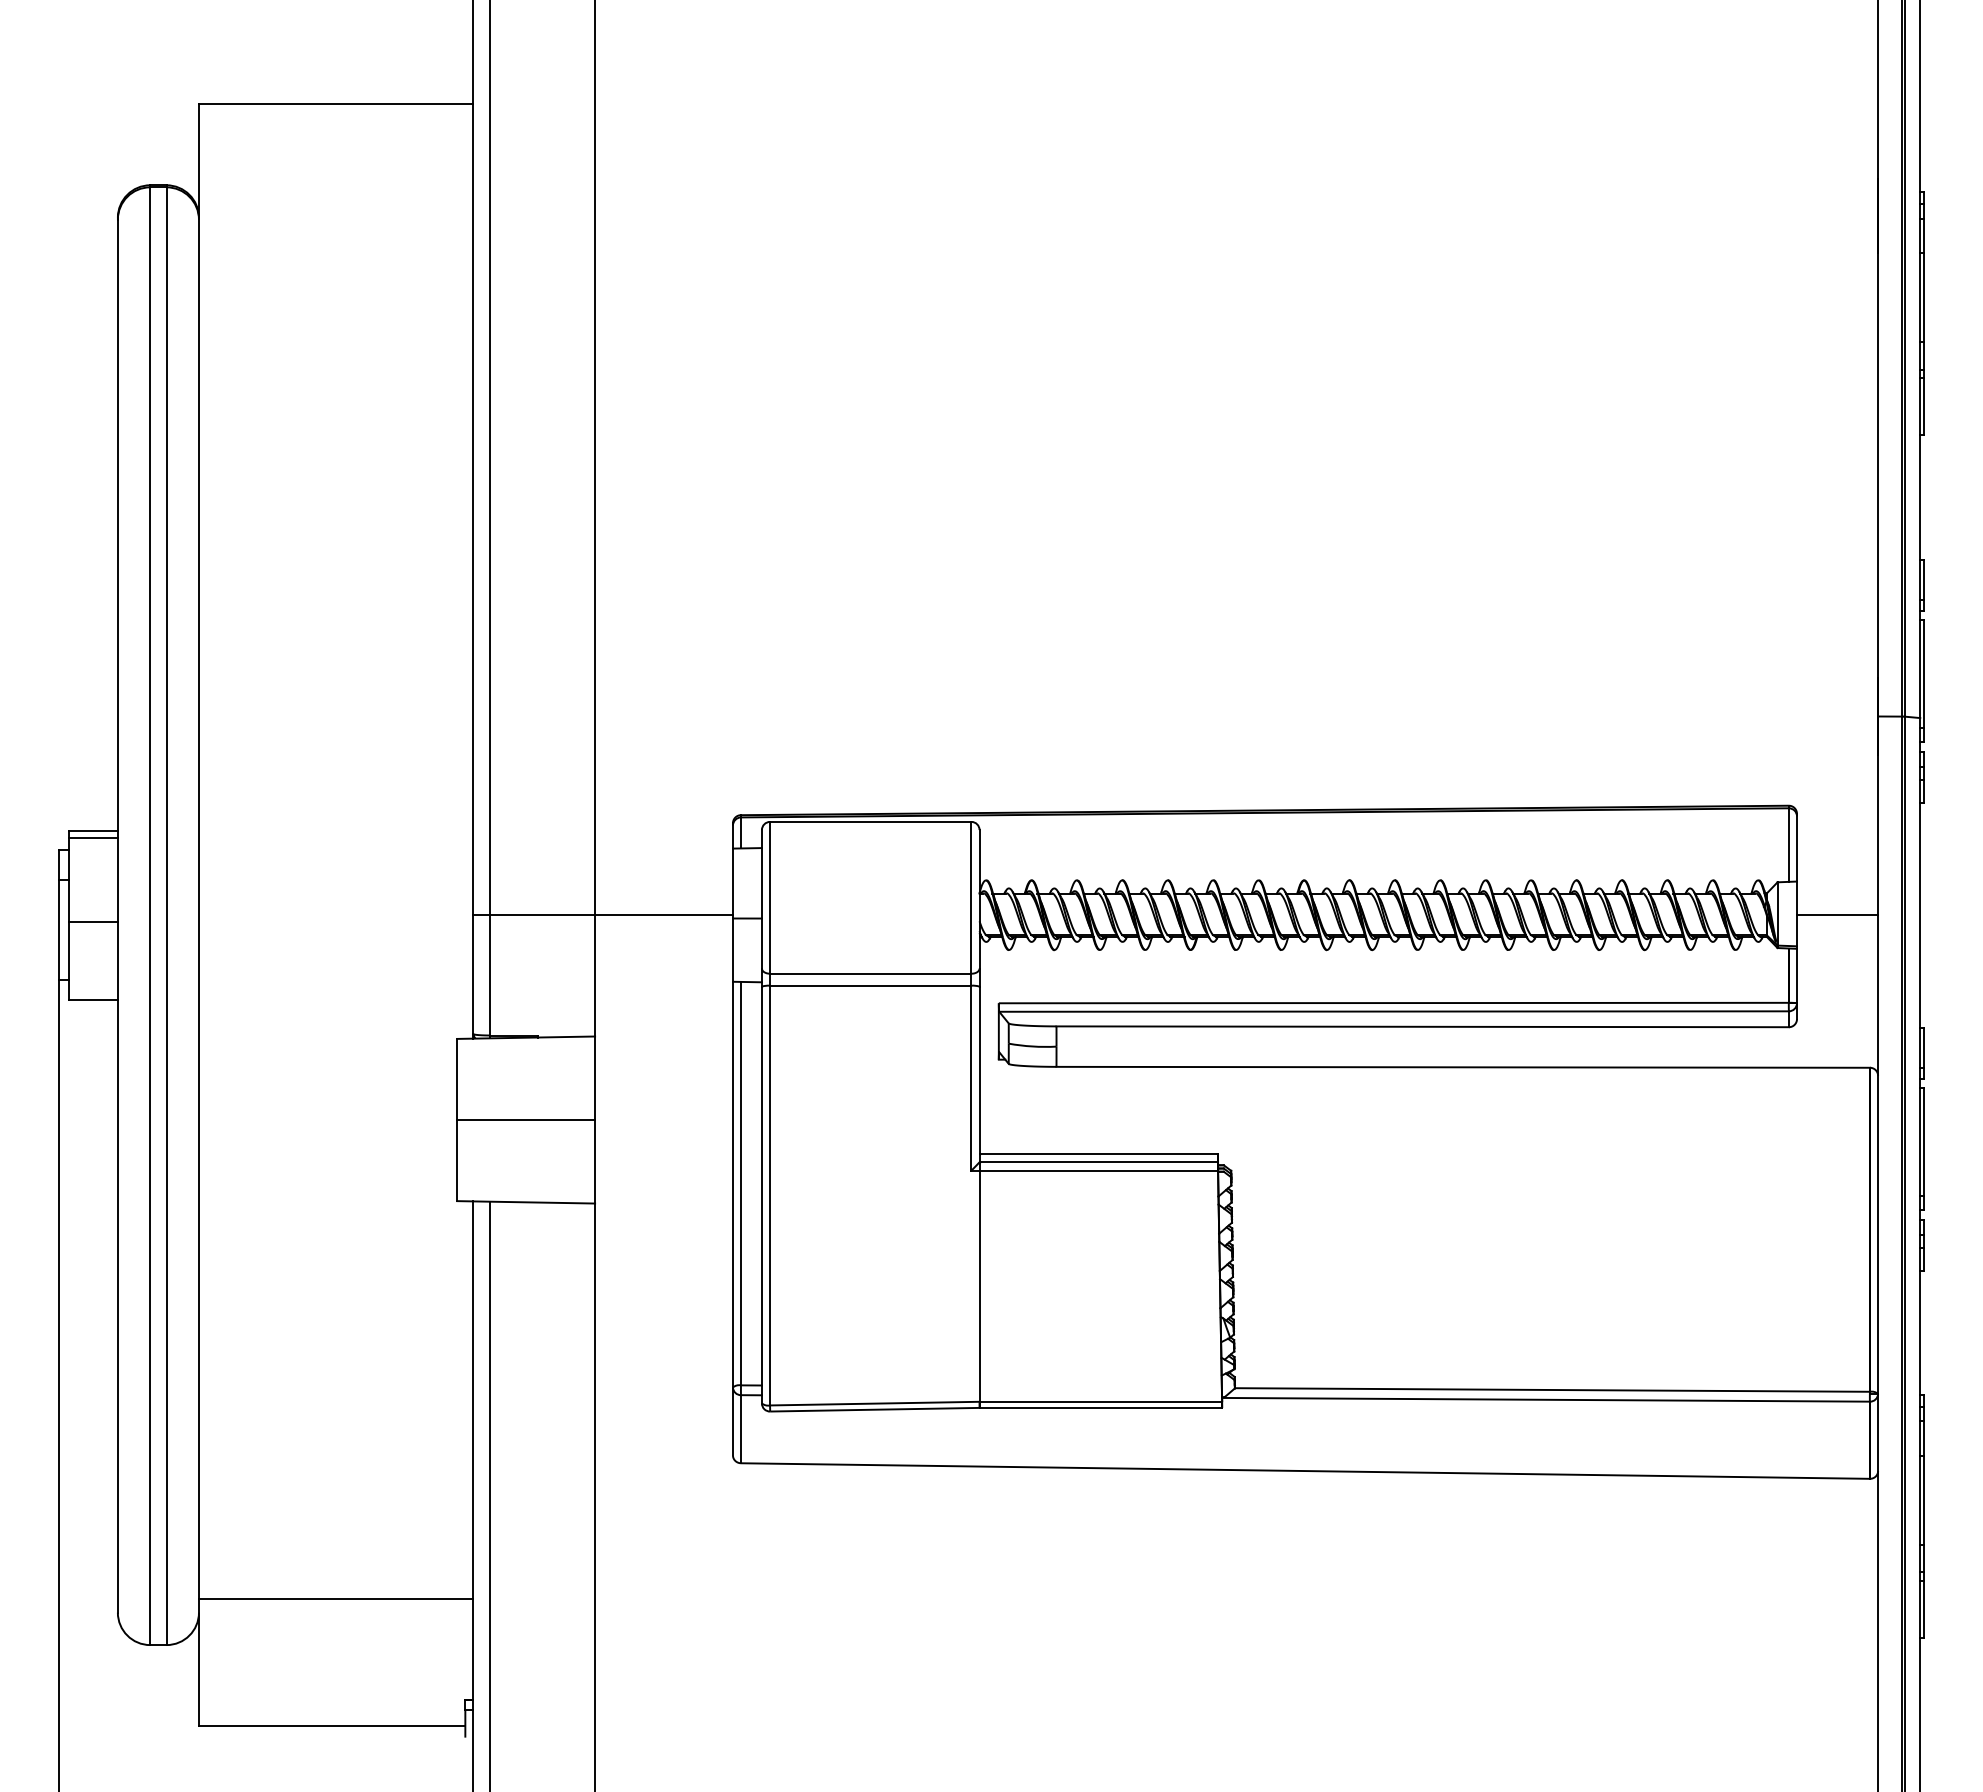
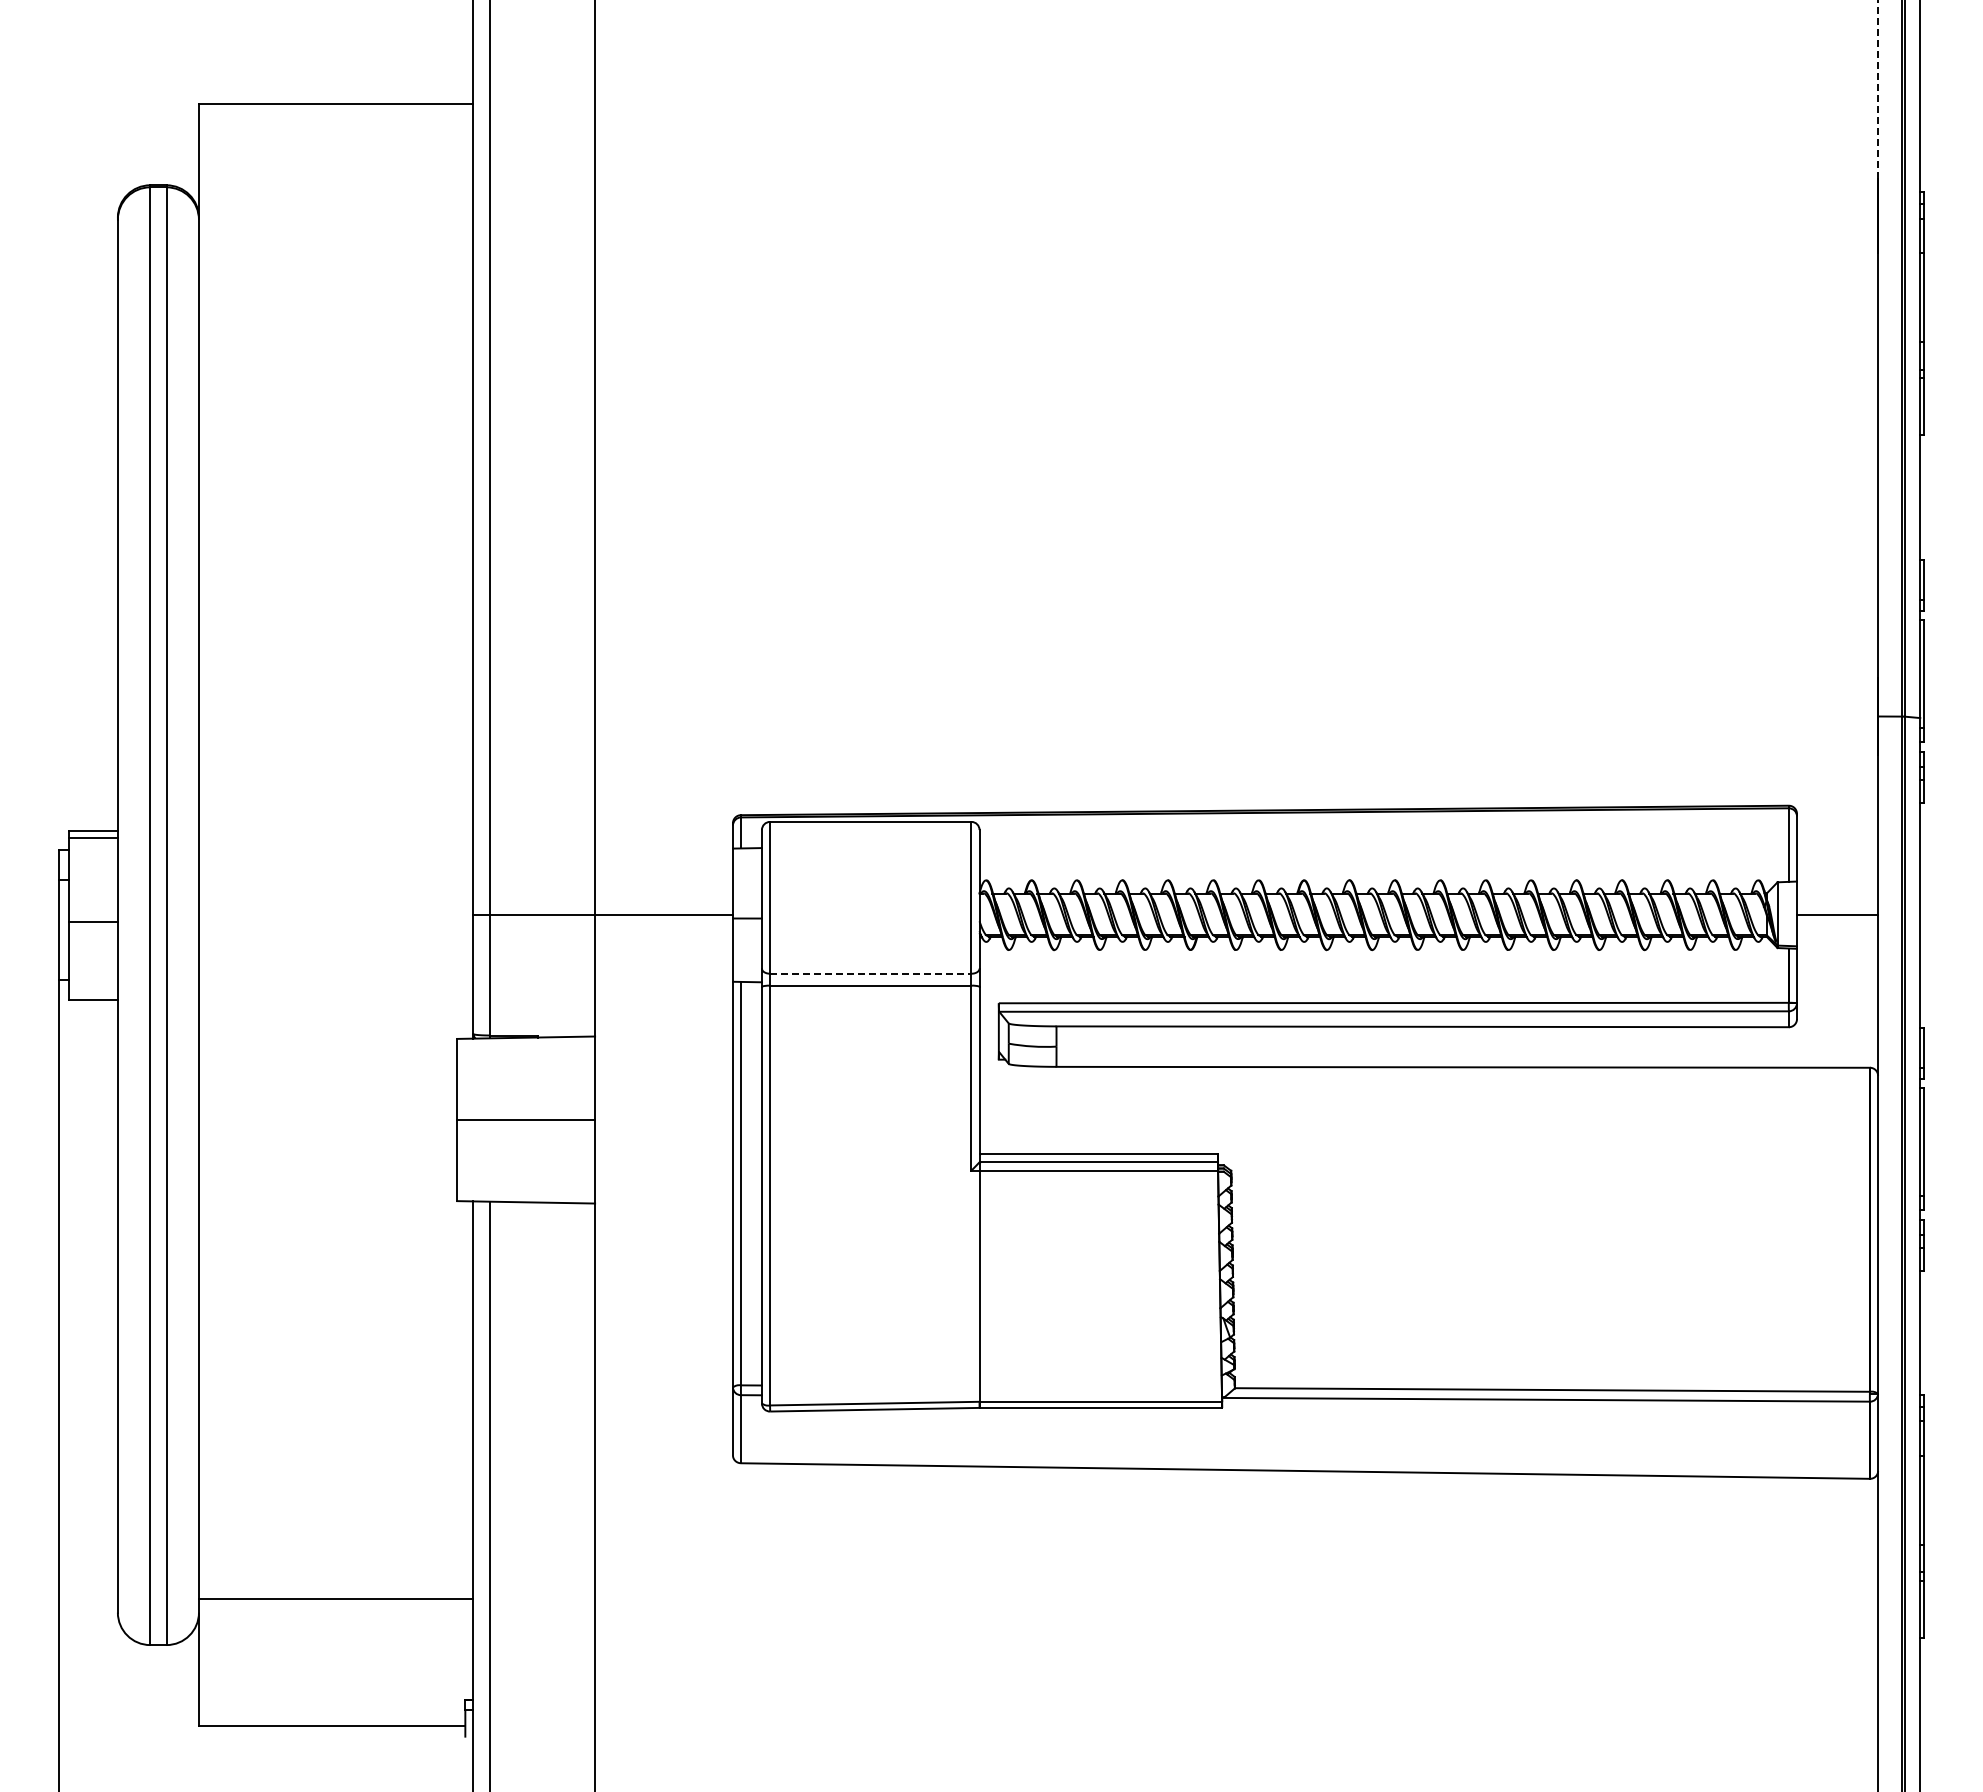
line at (1878, 89): solid -> dashed
line at (870, 973): solid -> dashed
